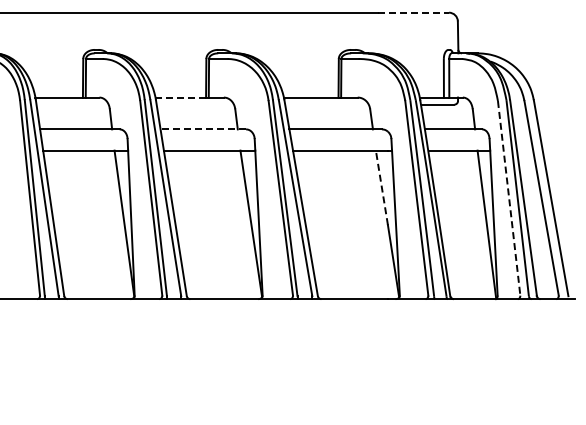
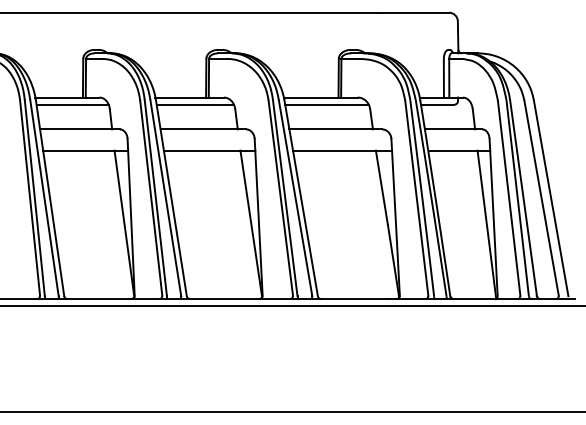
line at (414, 12): dashed -> solid
line at (181, 97): dashed -> solid
line at (72, 104): none -> present
line at (194, 104): none -> present
line at (326, 104): none -> present
line at (203, 129): dashed -> solid
line at (381, 187): dashed -> solid
line at (509, 198): dashed -> solid
line at (292, 306): none -> present
line at (292, 412): none -> present
